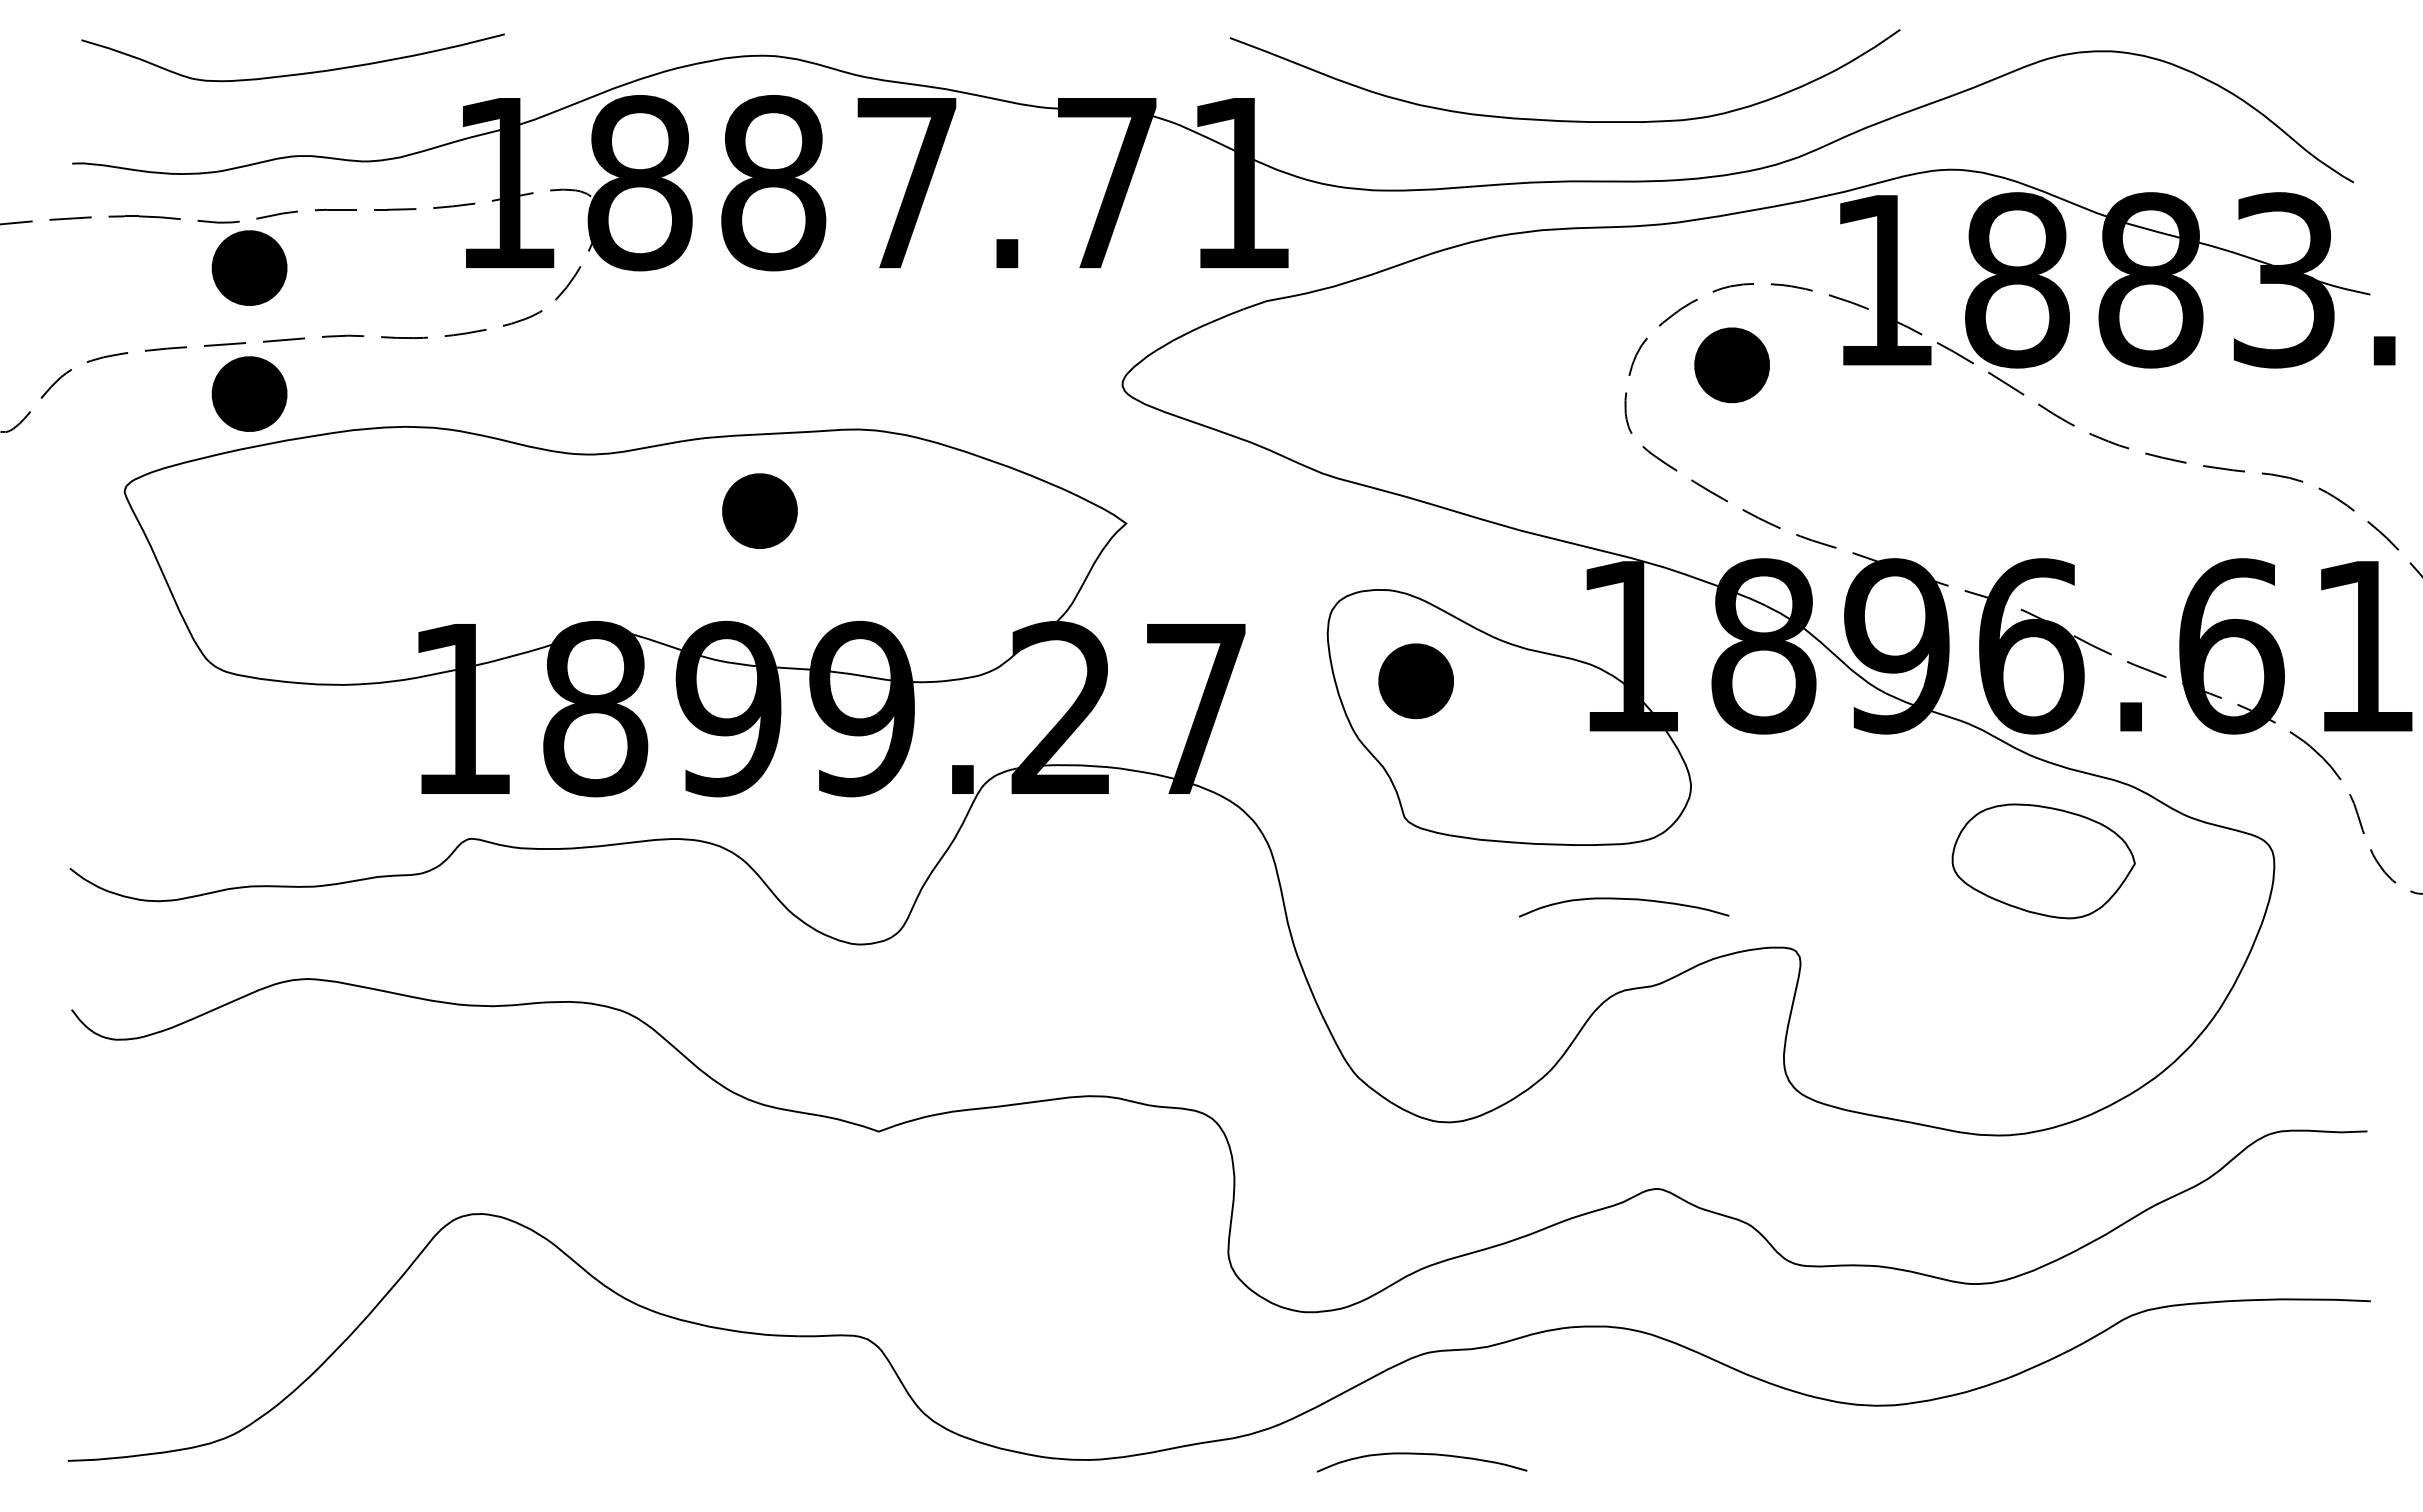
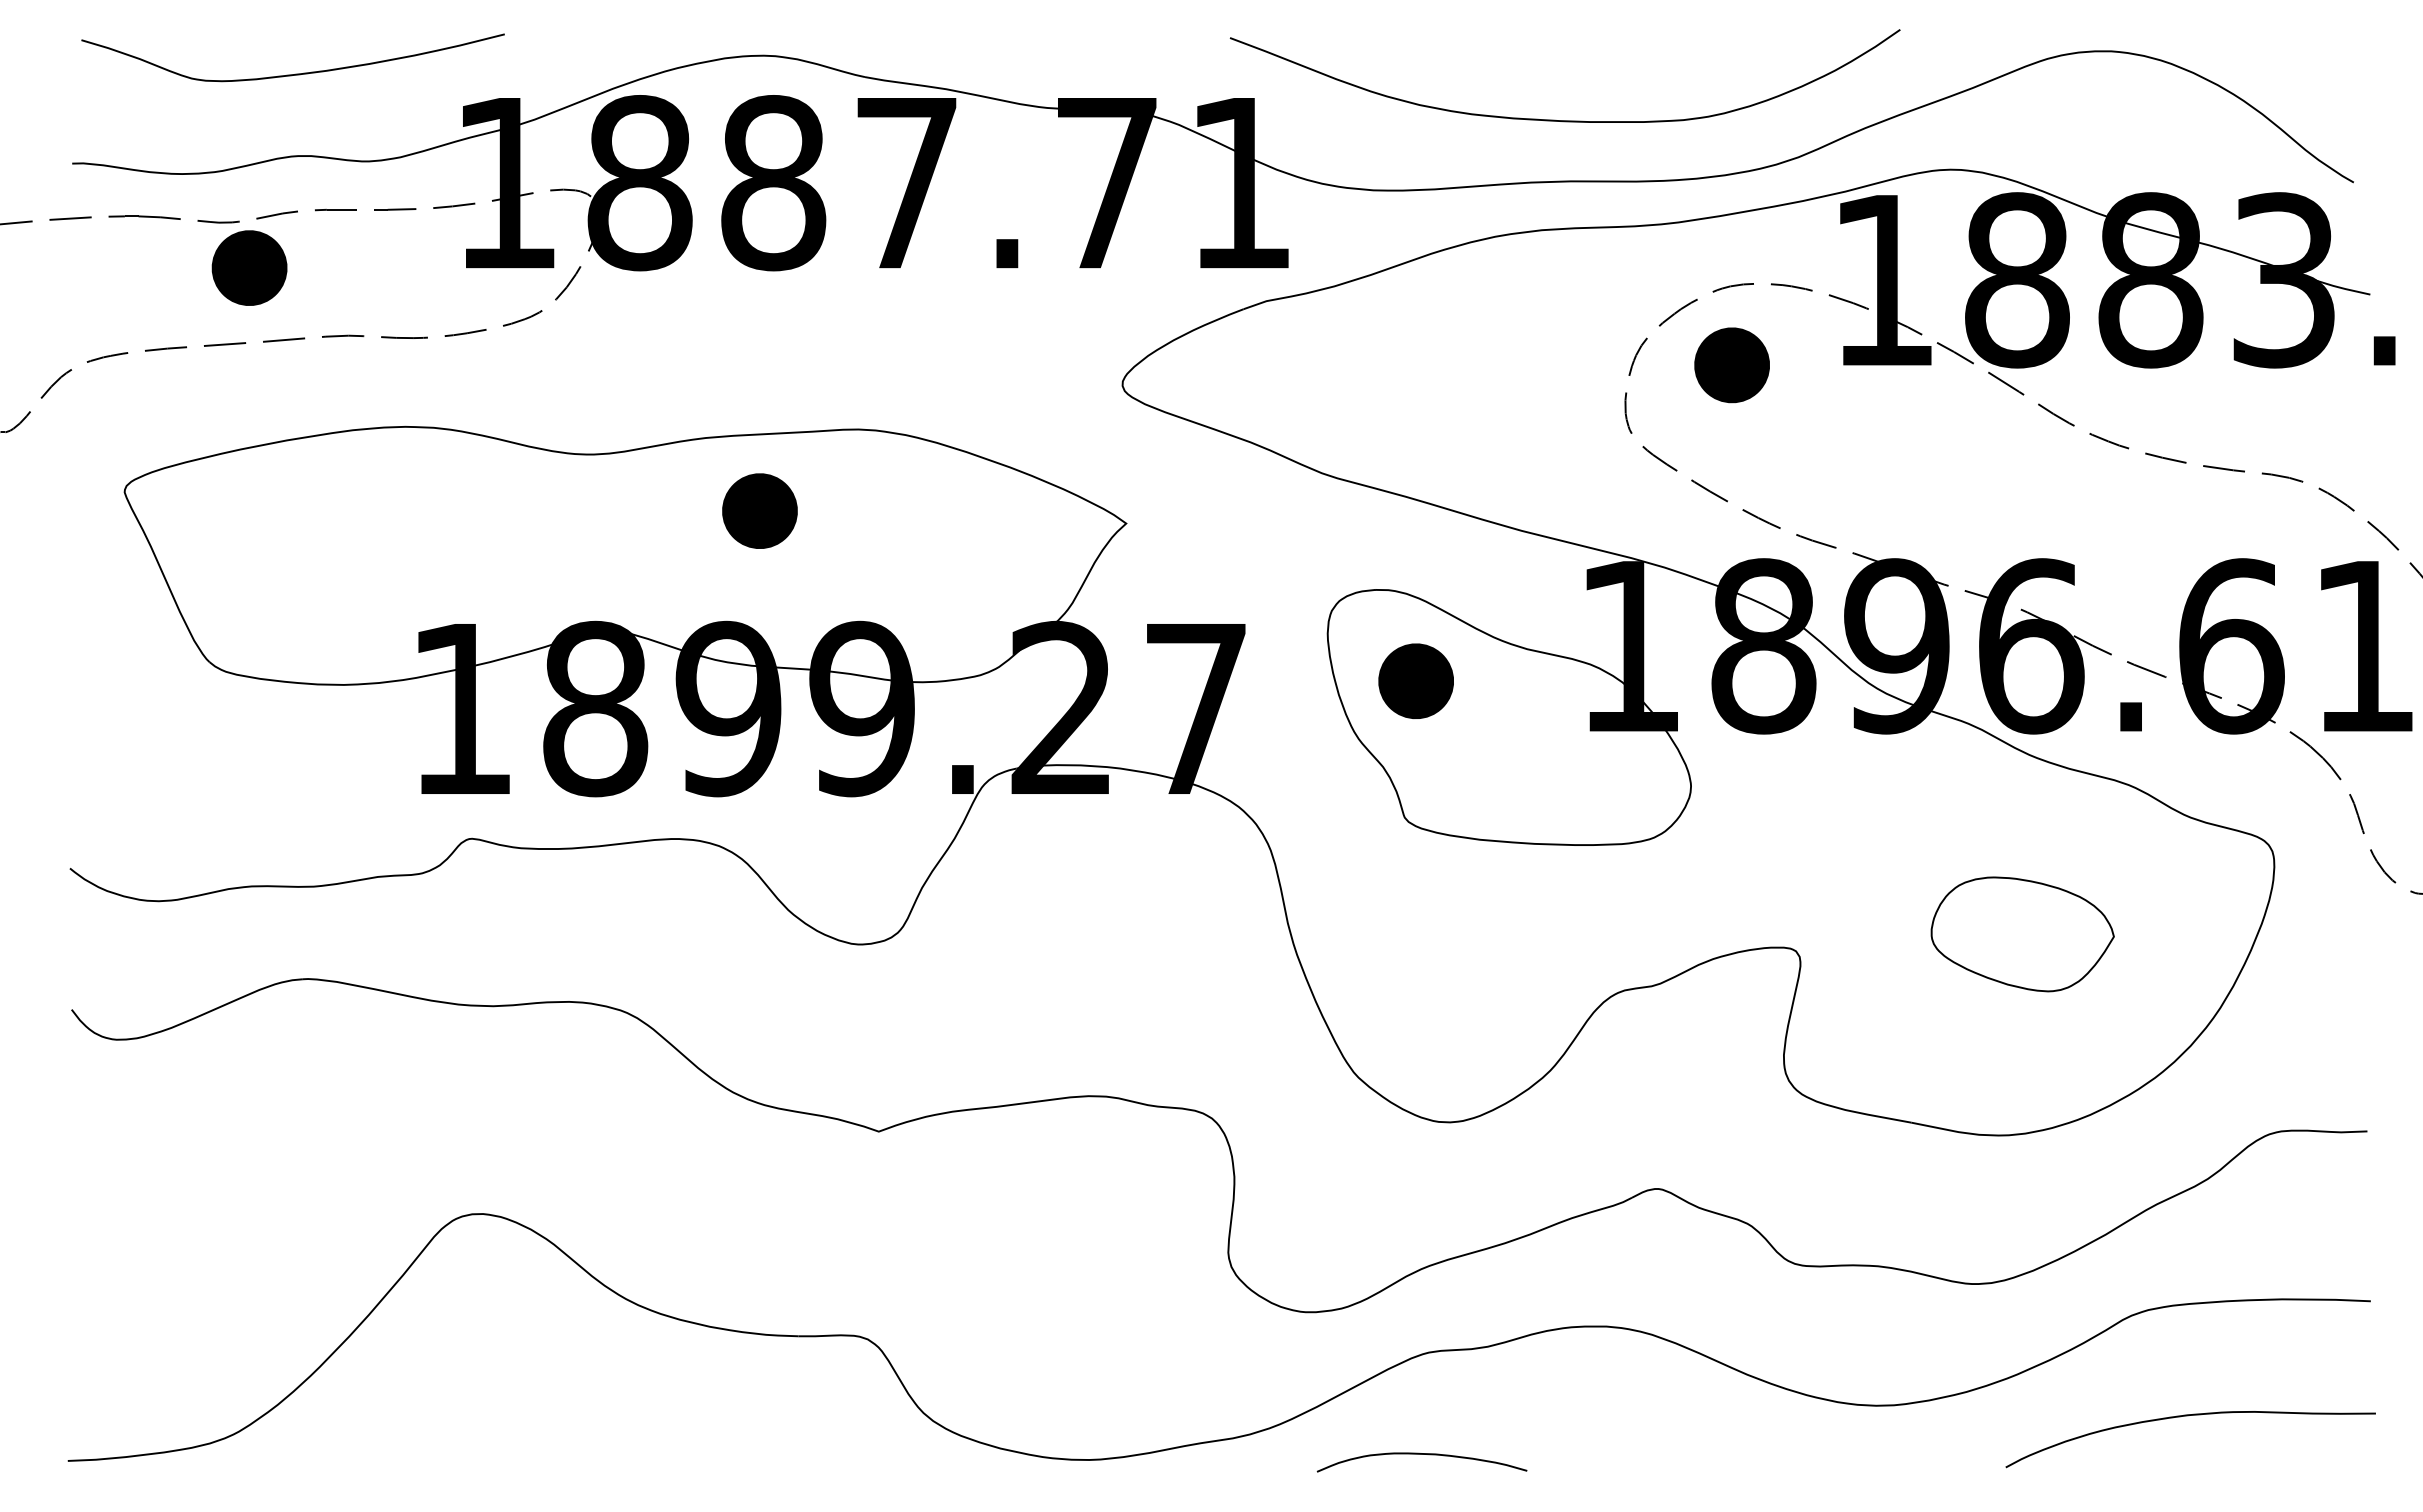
part at (249, 393): present -> none
part at (2043, 861) position: (2043, 861) -> (2022, 934)
curve at (1623, 899): present -> none
curve at (2188, 1416): none -> present
